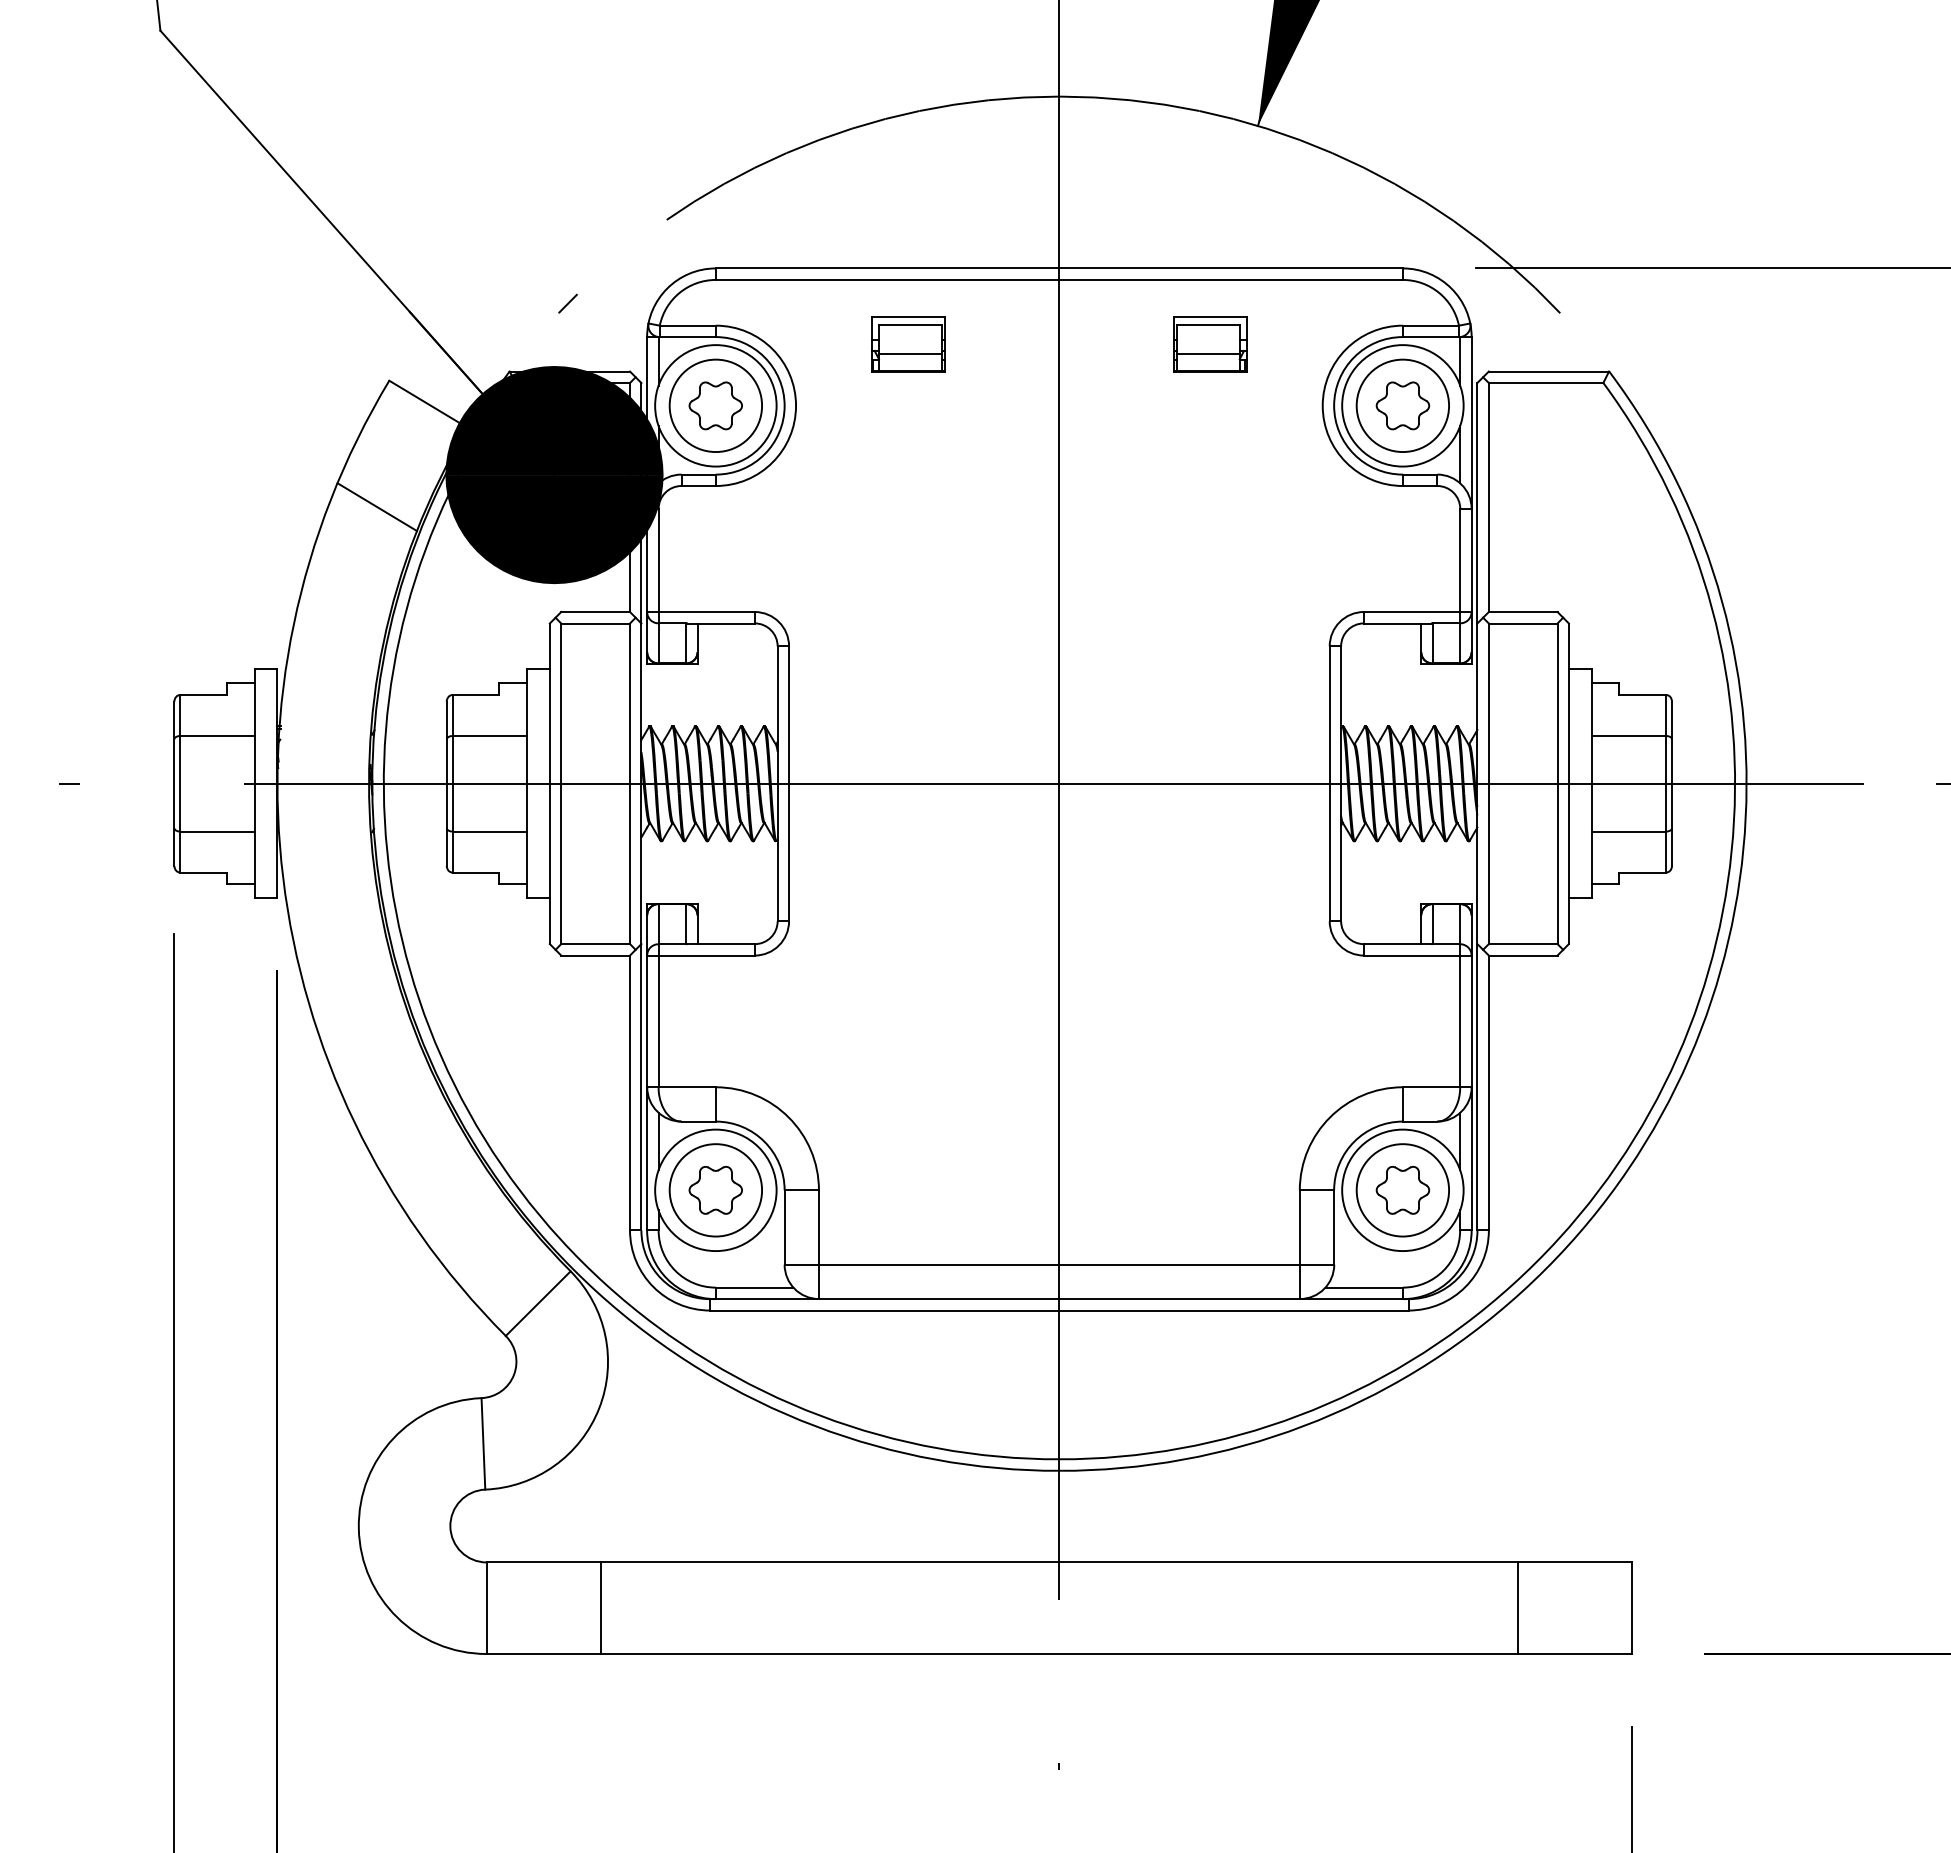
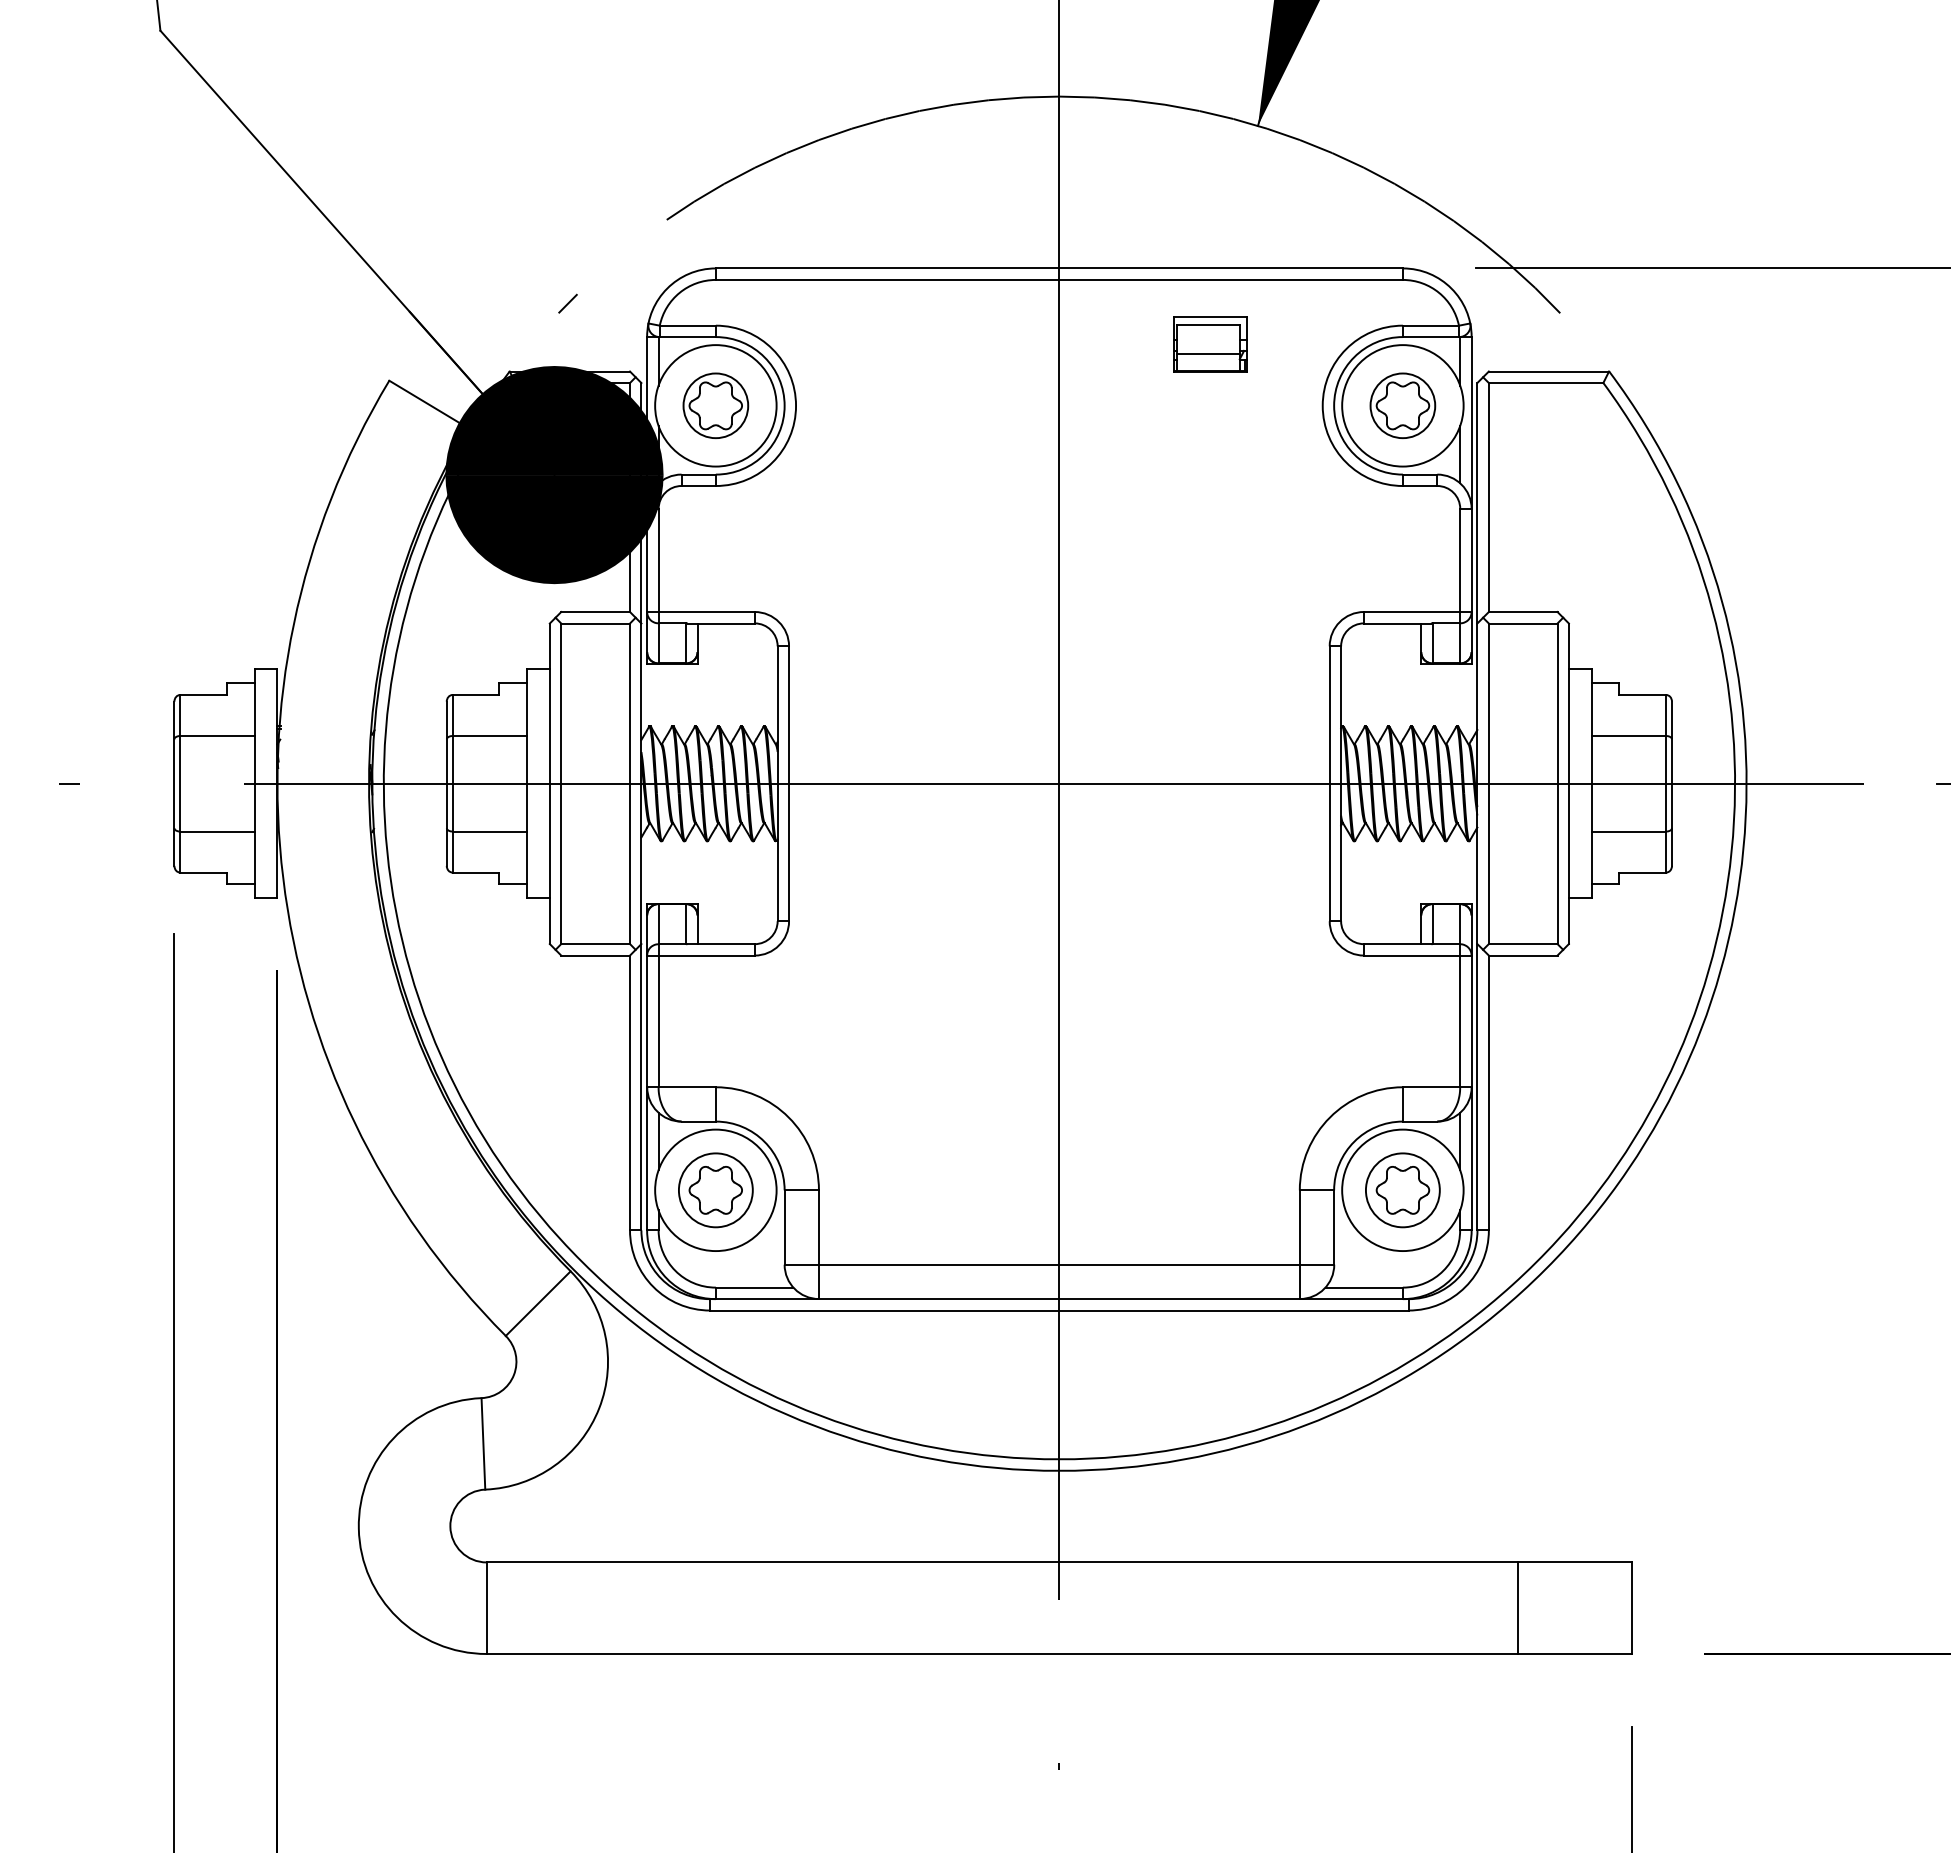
part at (908, 344): present -> none
circle at (715, 405) diameter: 92 px -> 65 px
circle at (1402, 405) diameter: 92 px -> 65 px
line at (376, 507): present -> none
circle at (715, 1190) diameter: 92 px -> 74 px
circle at (1402, 1190) diameter: 92 px -> 74 px
line at (601, 1608): present -> none
